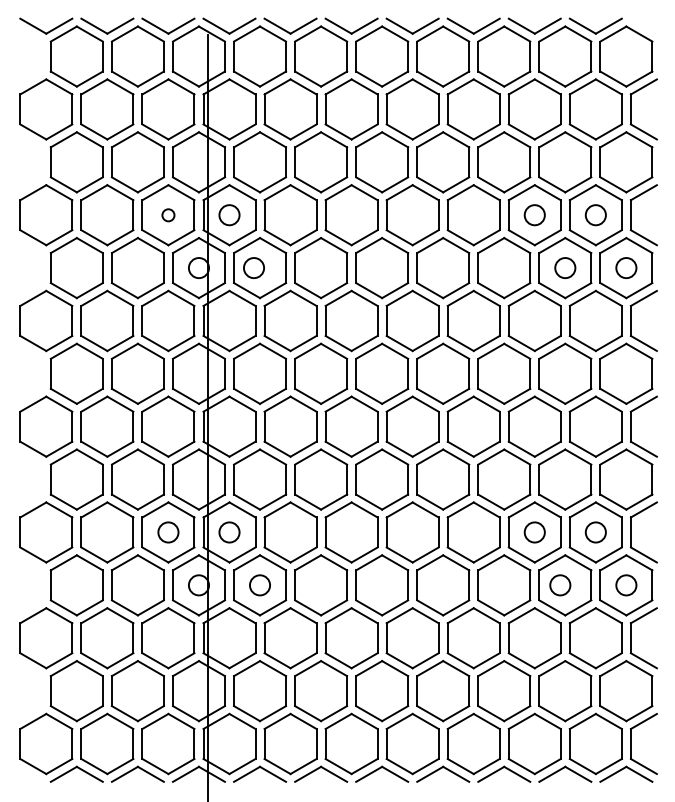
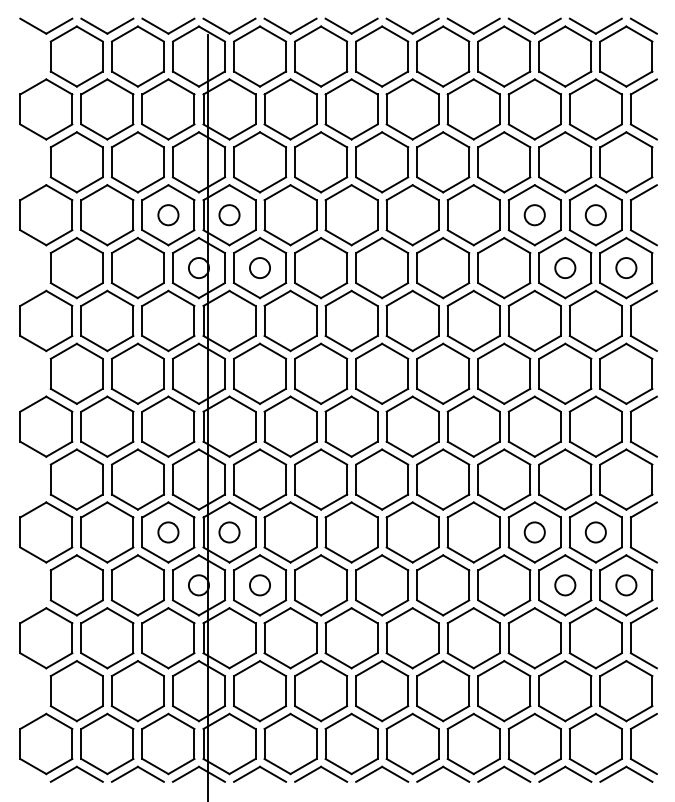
line at (643, 25): none -> present
circle at (168, 215) size: 15x15 px -> 23x23 px
circle at (253, 267) position: (253, 267) -> (259, 267)
circle at (560, 585) position: (560, 585) -> (565, 585)
